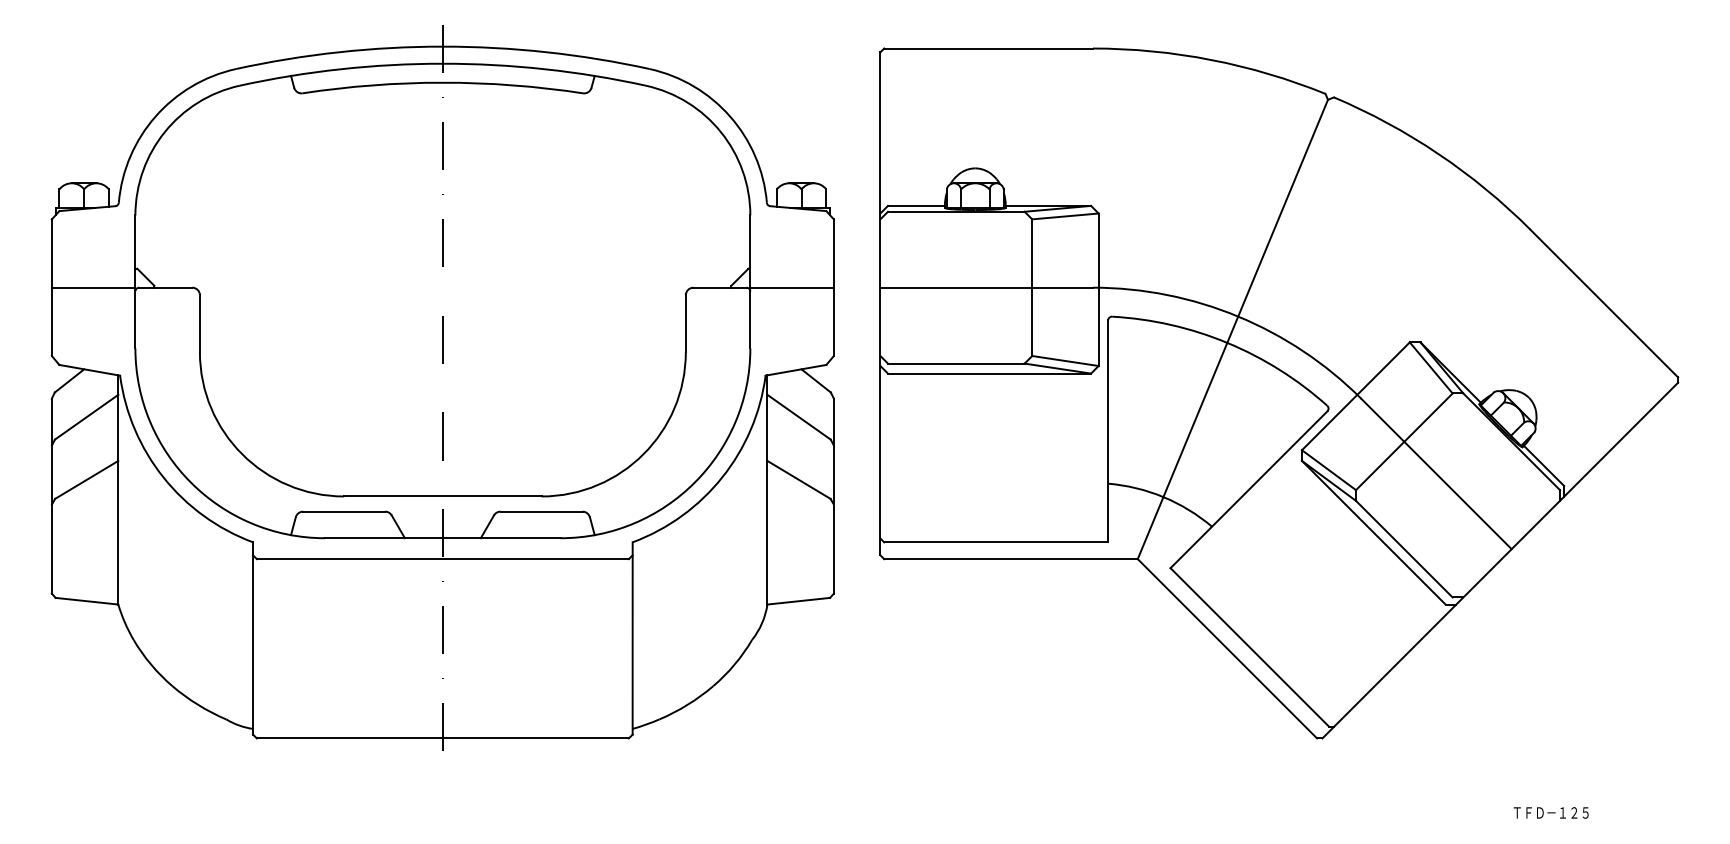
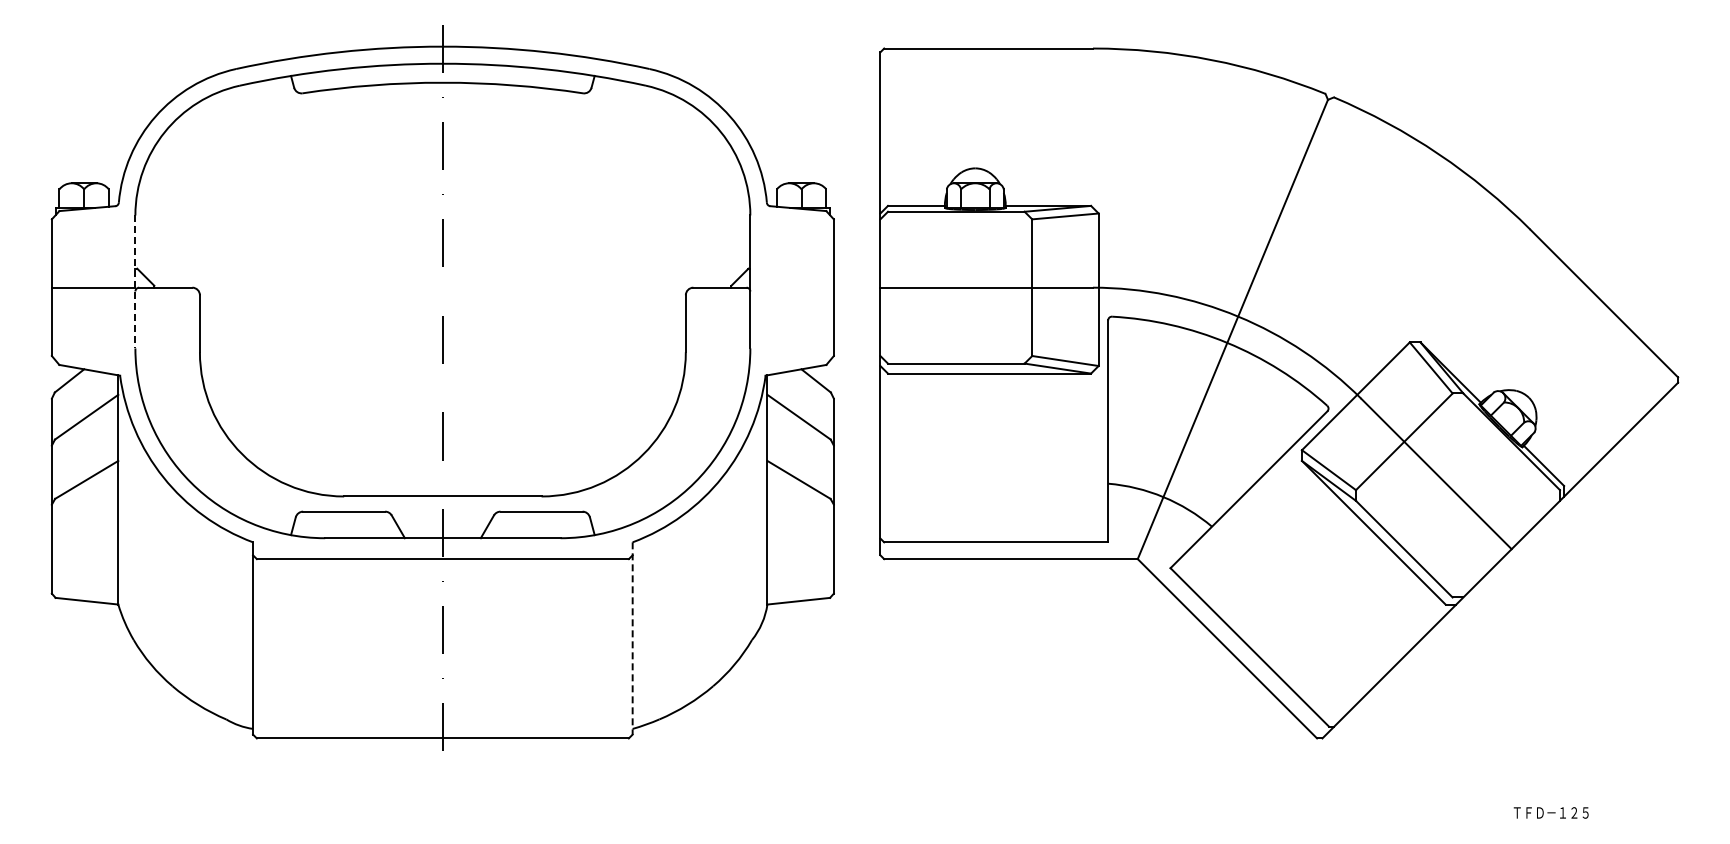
line at (135, 282): solid -> dashed
line at (791, 287): present -> none
line at (632, 638): solid -> dashed
